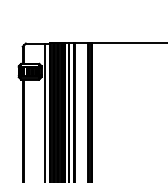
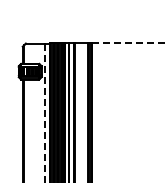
line at (130, 43): solid -> dashed
line at (45, 113): solid -> dashed
